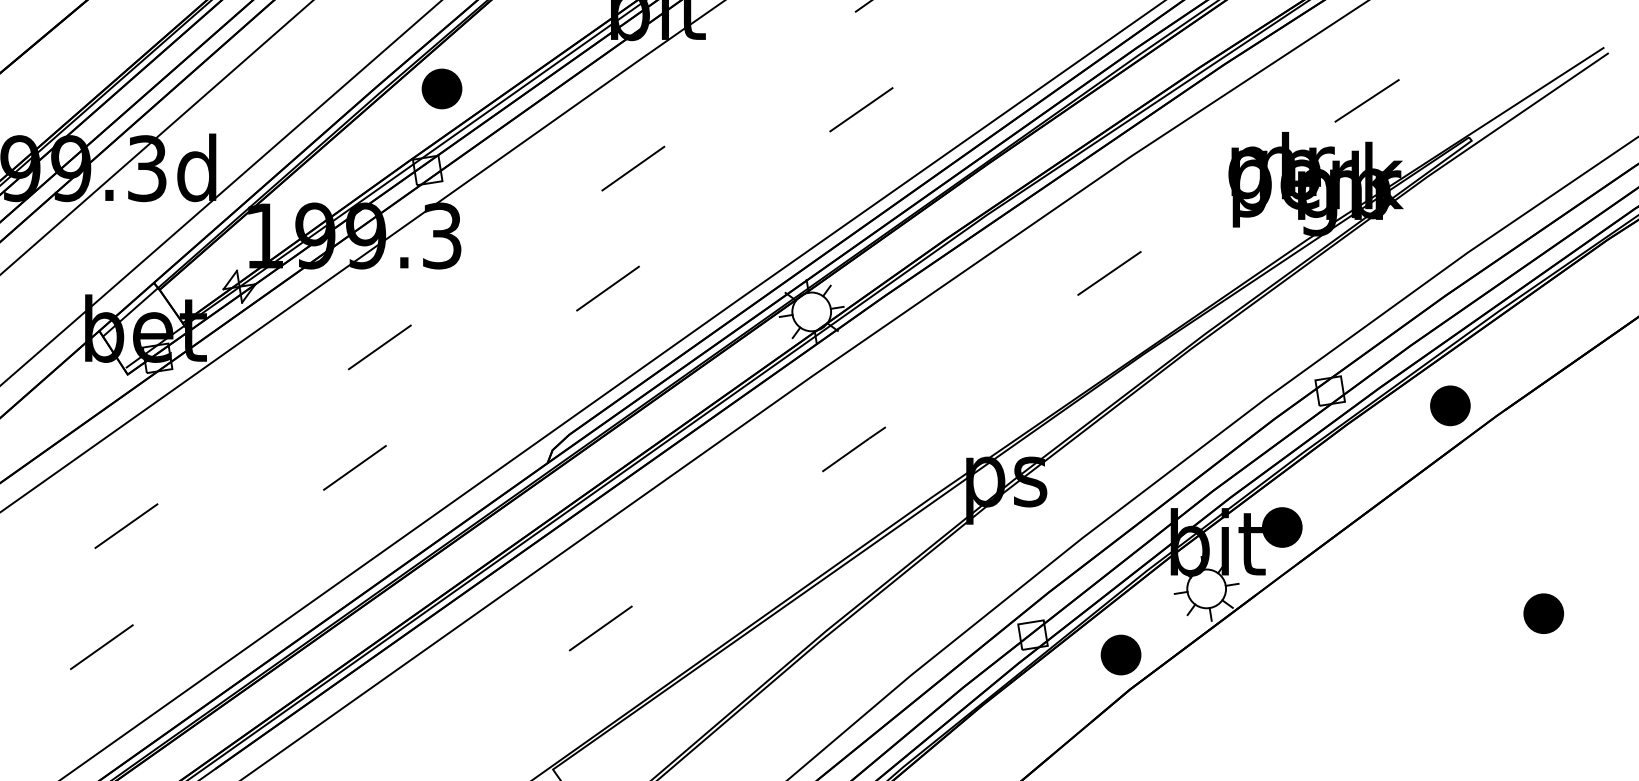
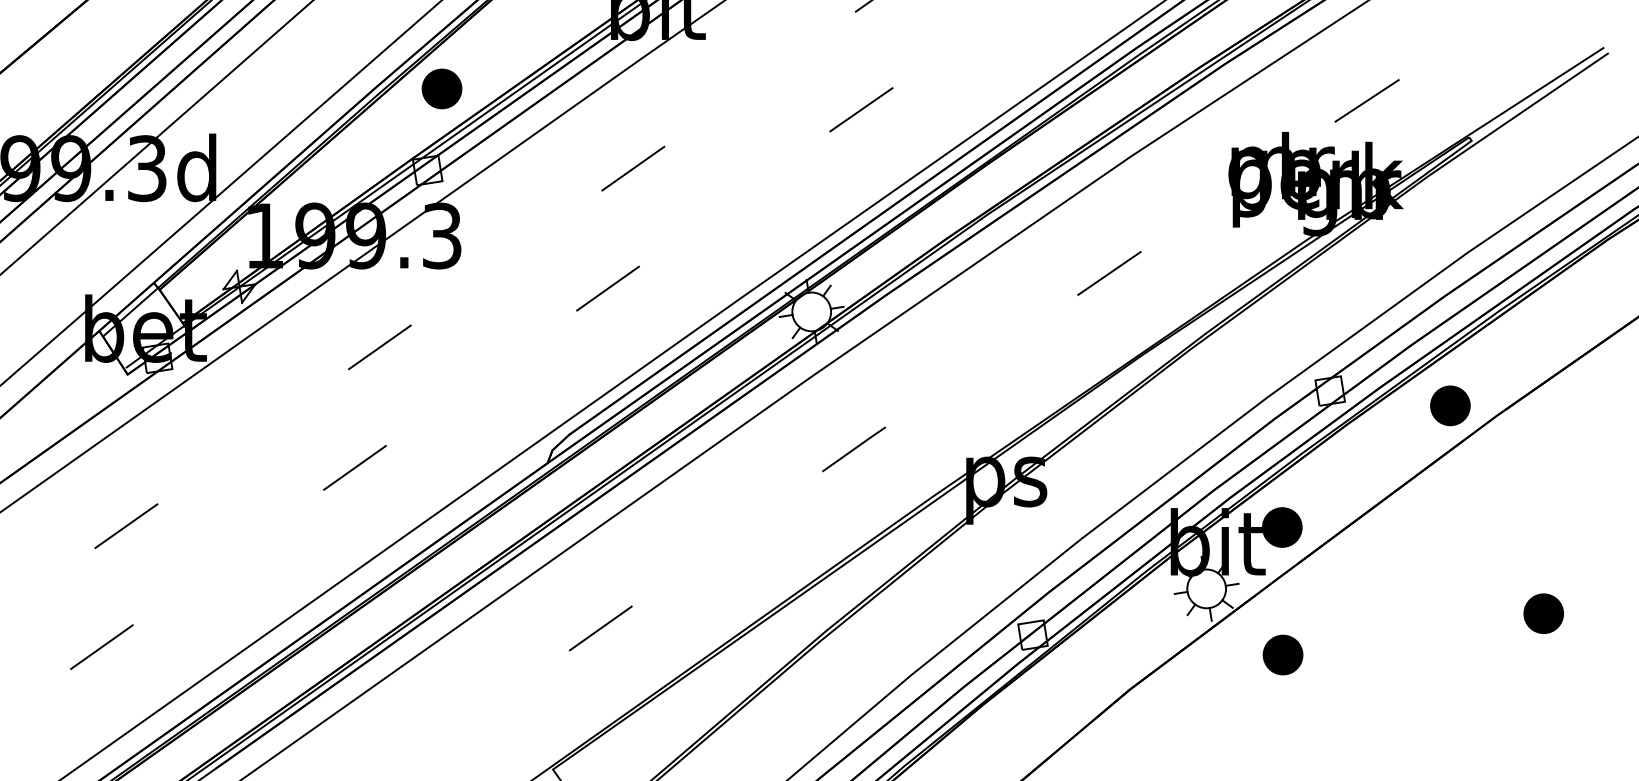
part at (1120, 654) position: (1120, 654) -> (1282, 654)
